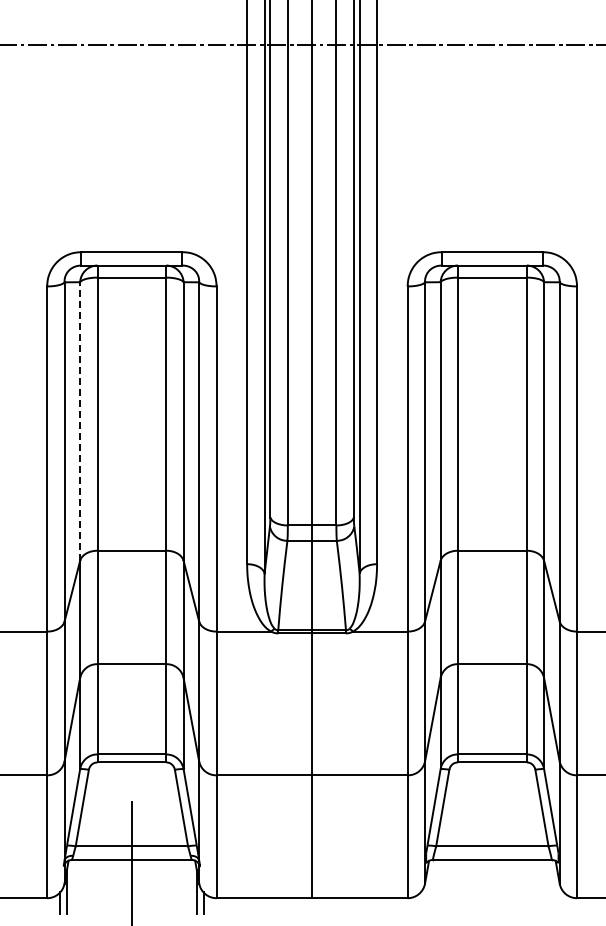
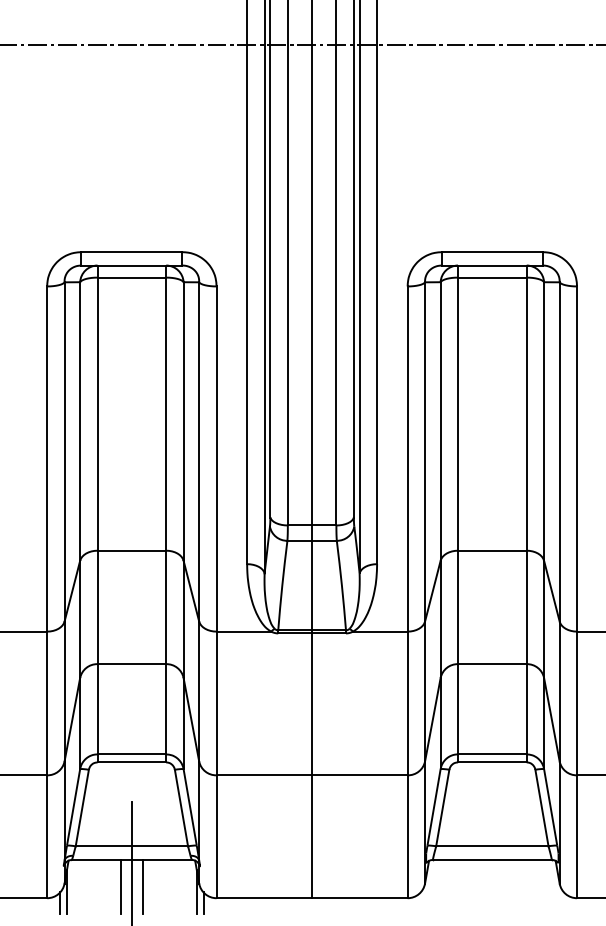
line at (80, 420): dashed -> solid
line at (120, 886): none -> present
line at (143, 886): none -> present
